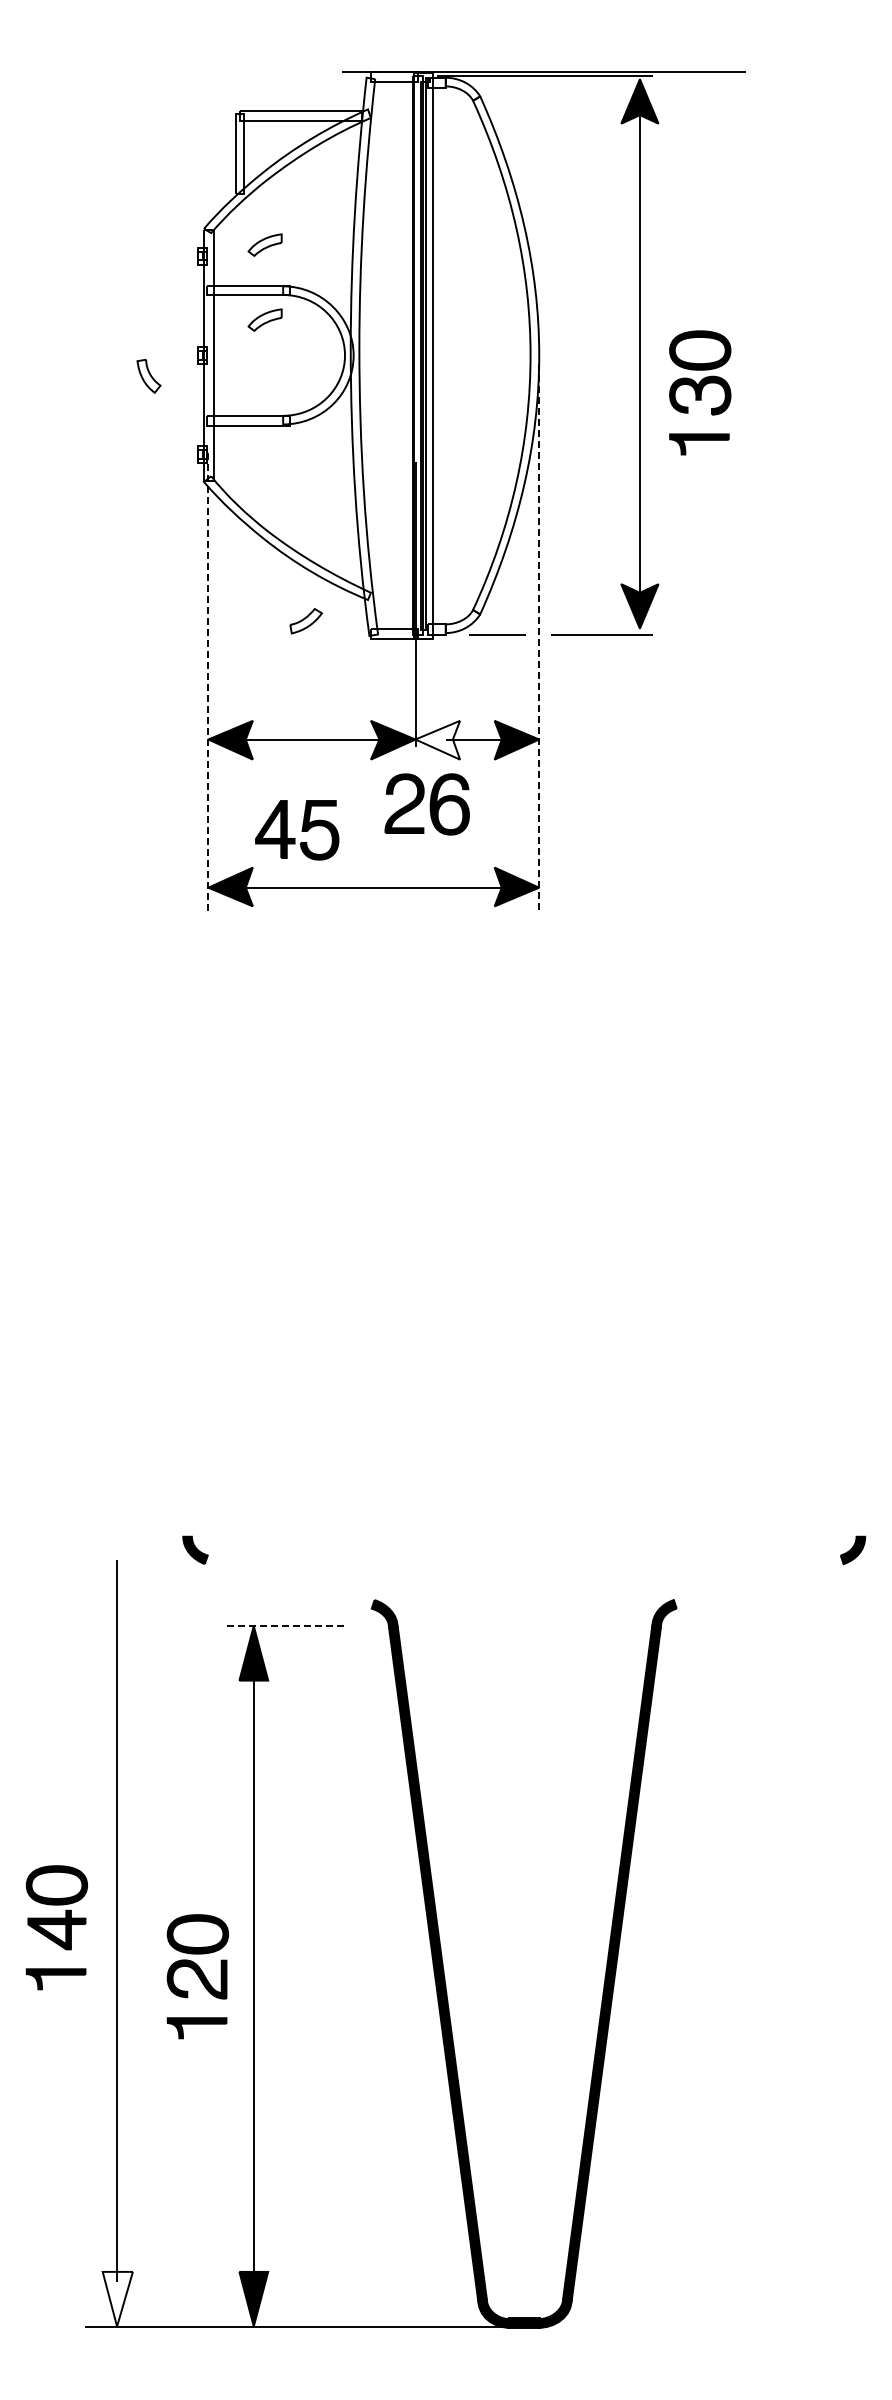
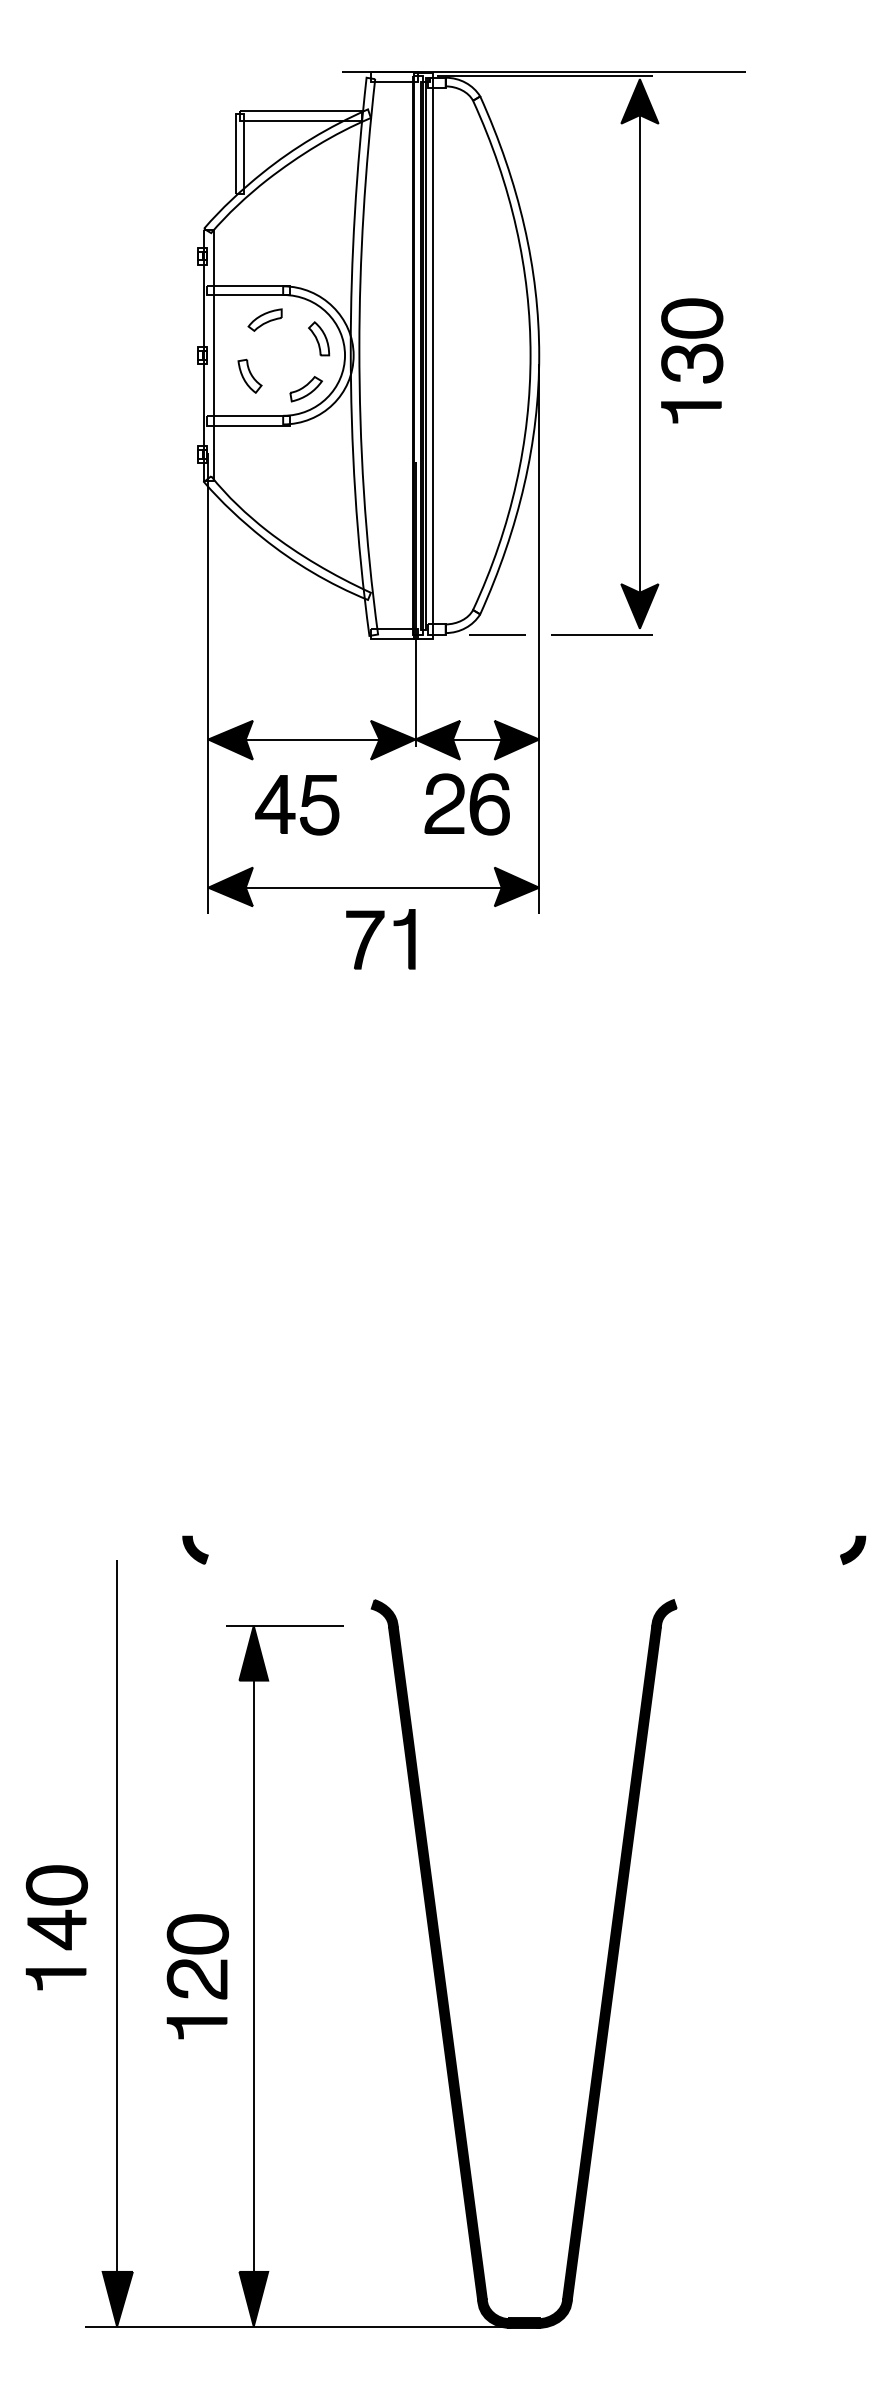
part at (264, 244): present -> none
part at (319, 338): none -> present
part at (148, 375) position: (148, 375) -> (249, 375)
part at (700, 392) position: (700, 392) -> (692, 360)
part at (305, 621) position: (305, 621) -> (305, 389)
line at (539, 638): dashed -> solid
line at (208, 683): dashed -> solid
fill at (437, 739): none -> present
part at (426, 804) position: (426, 804) -> (466, 804)
part at (297, 830) position: (297, 830) -> (297, 805)
part at (372, 935): none -> present
line at (285, 1625): dashed -> solid
fill at (117, 2298): none -> present
